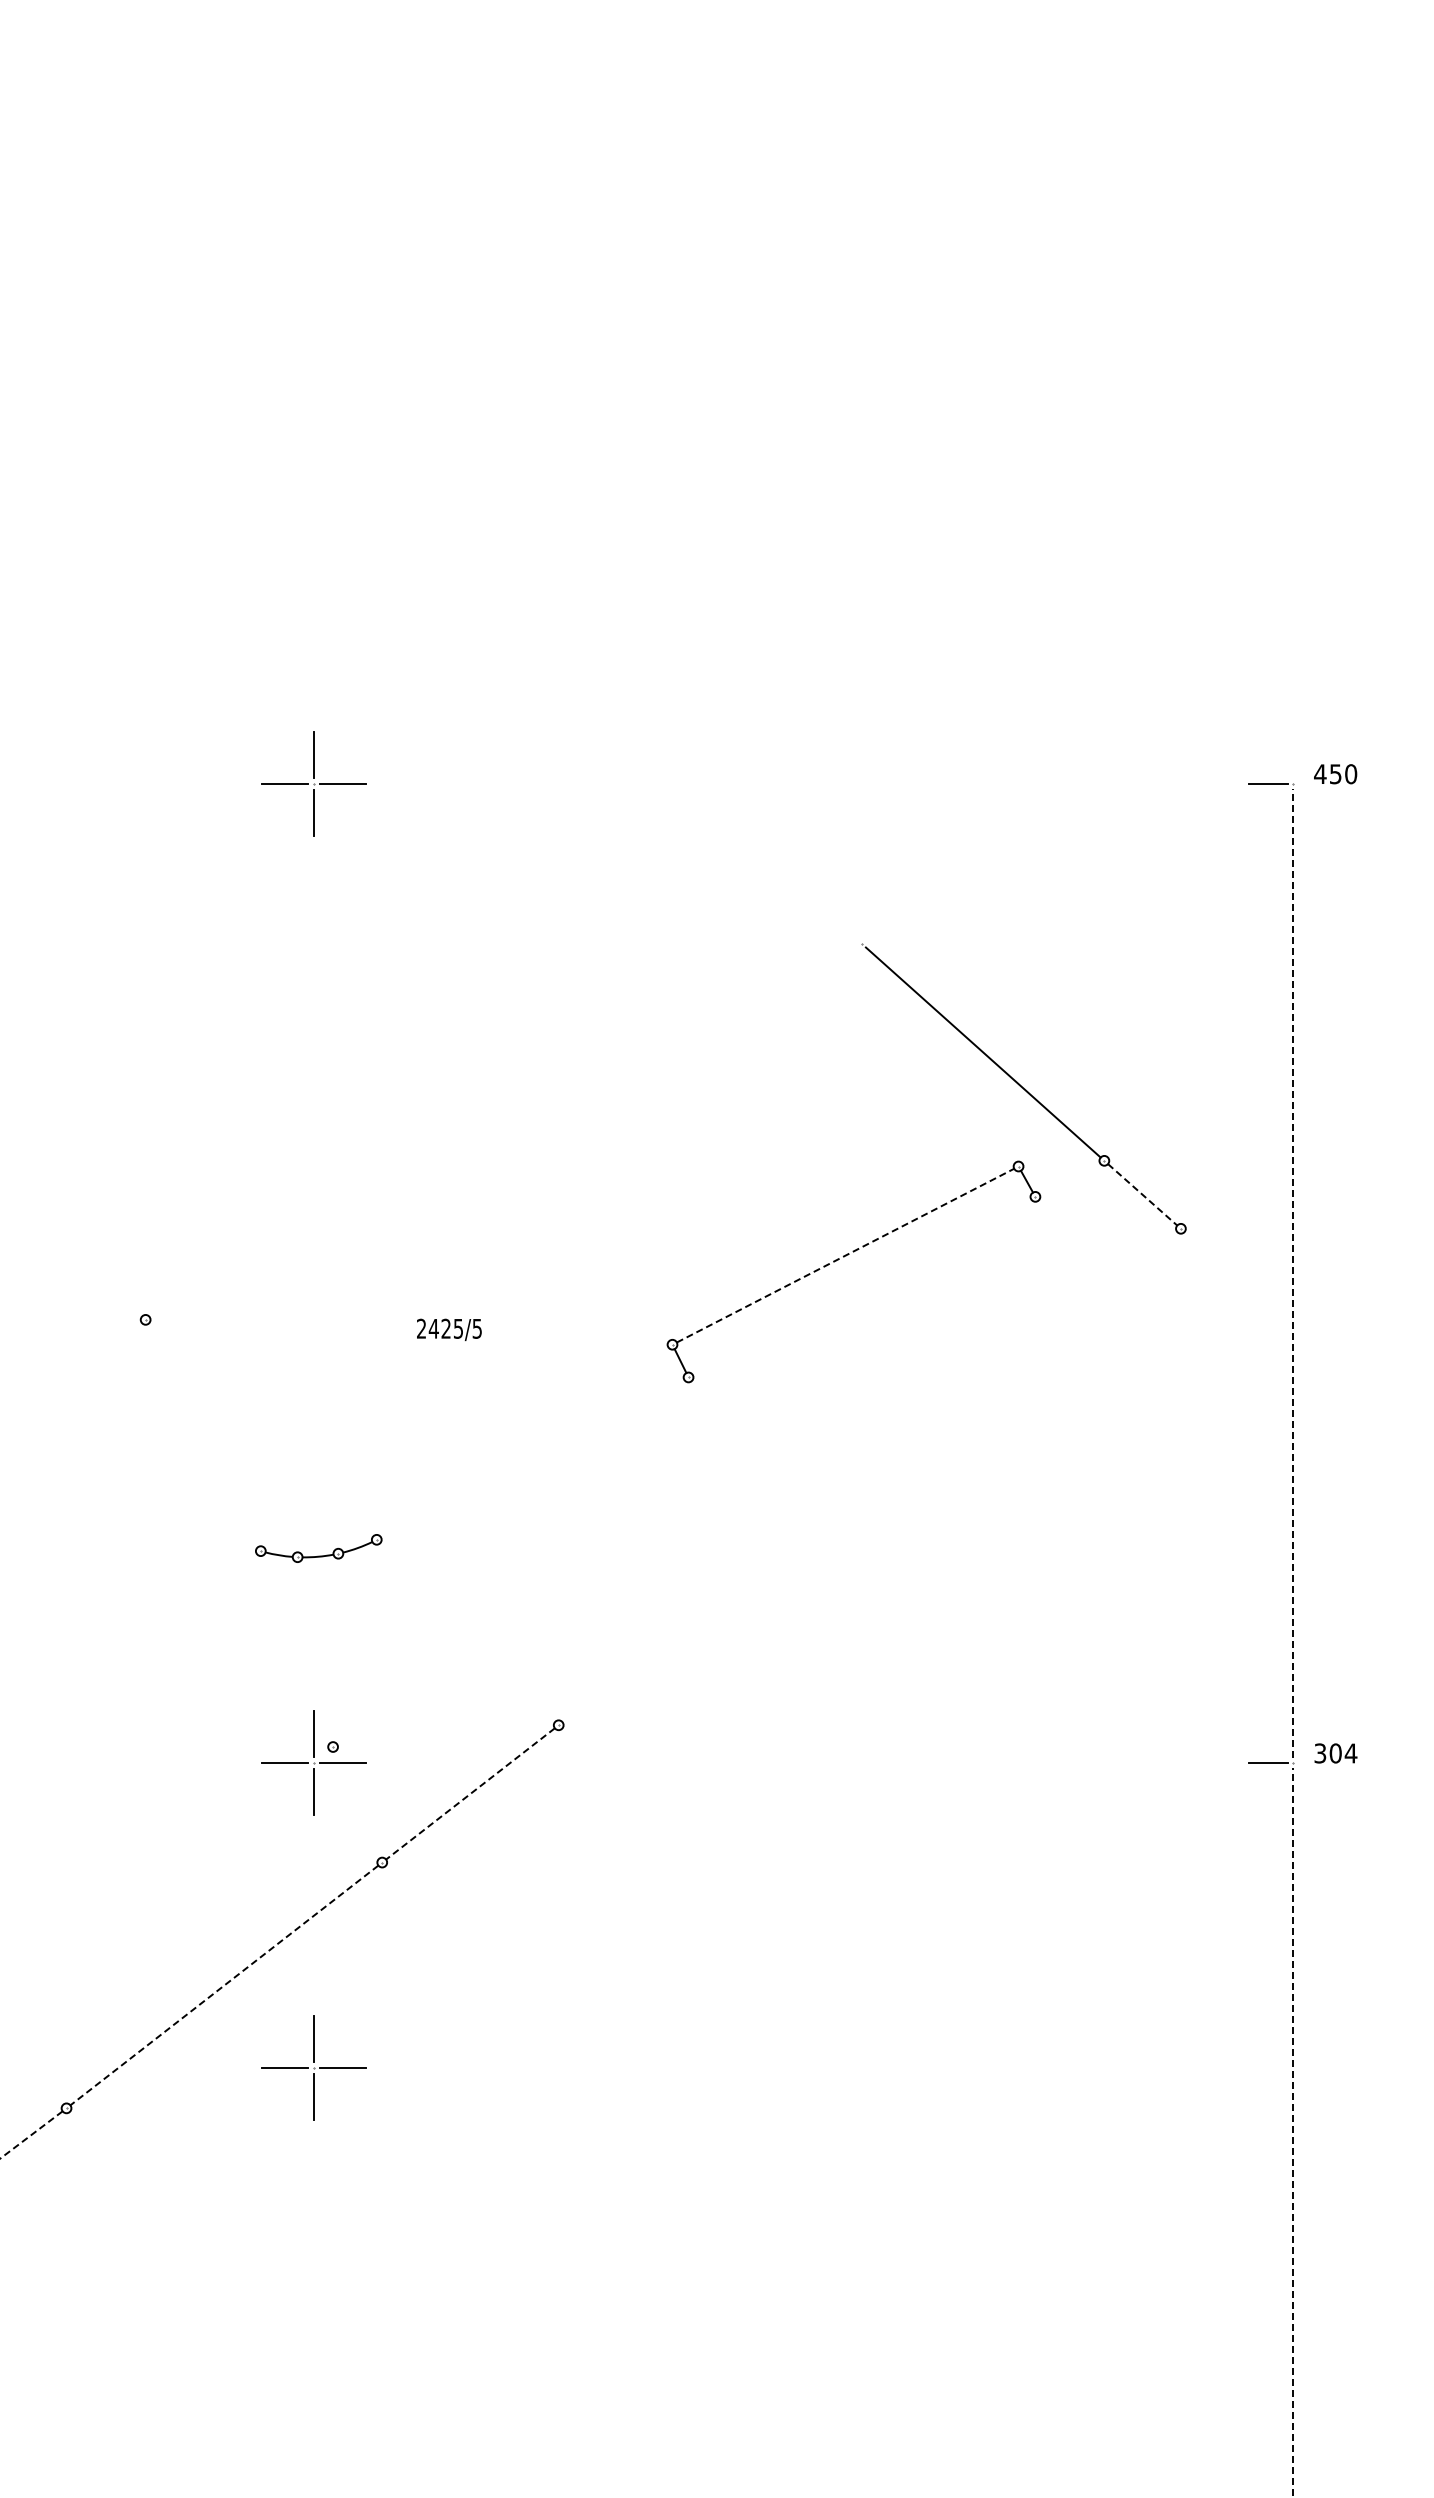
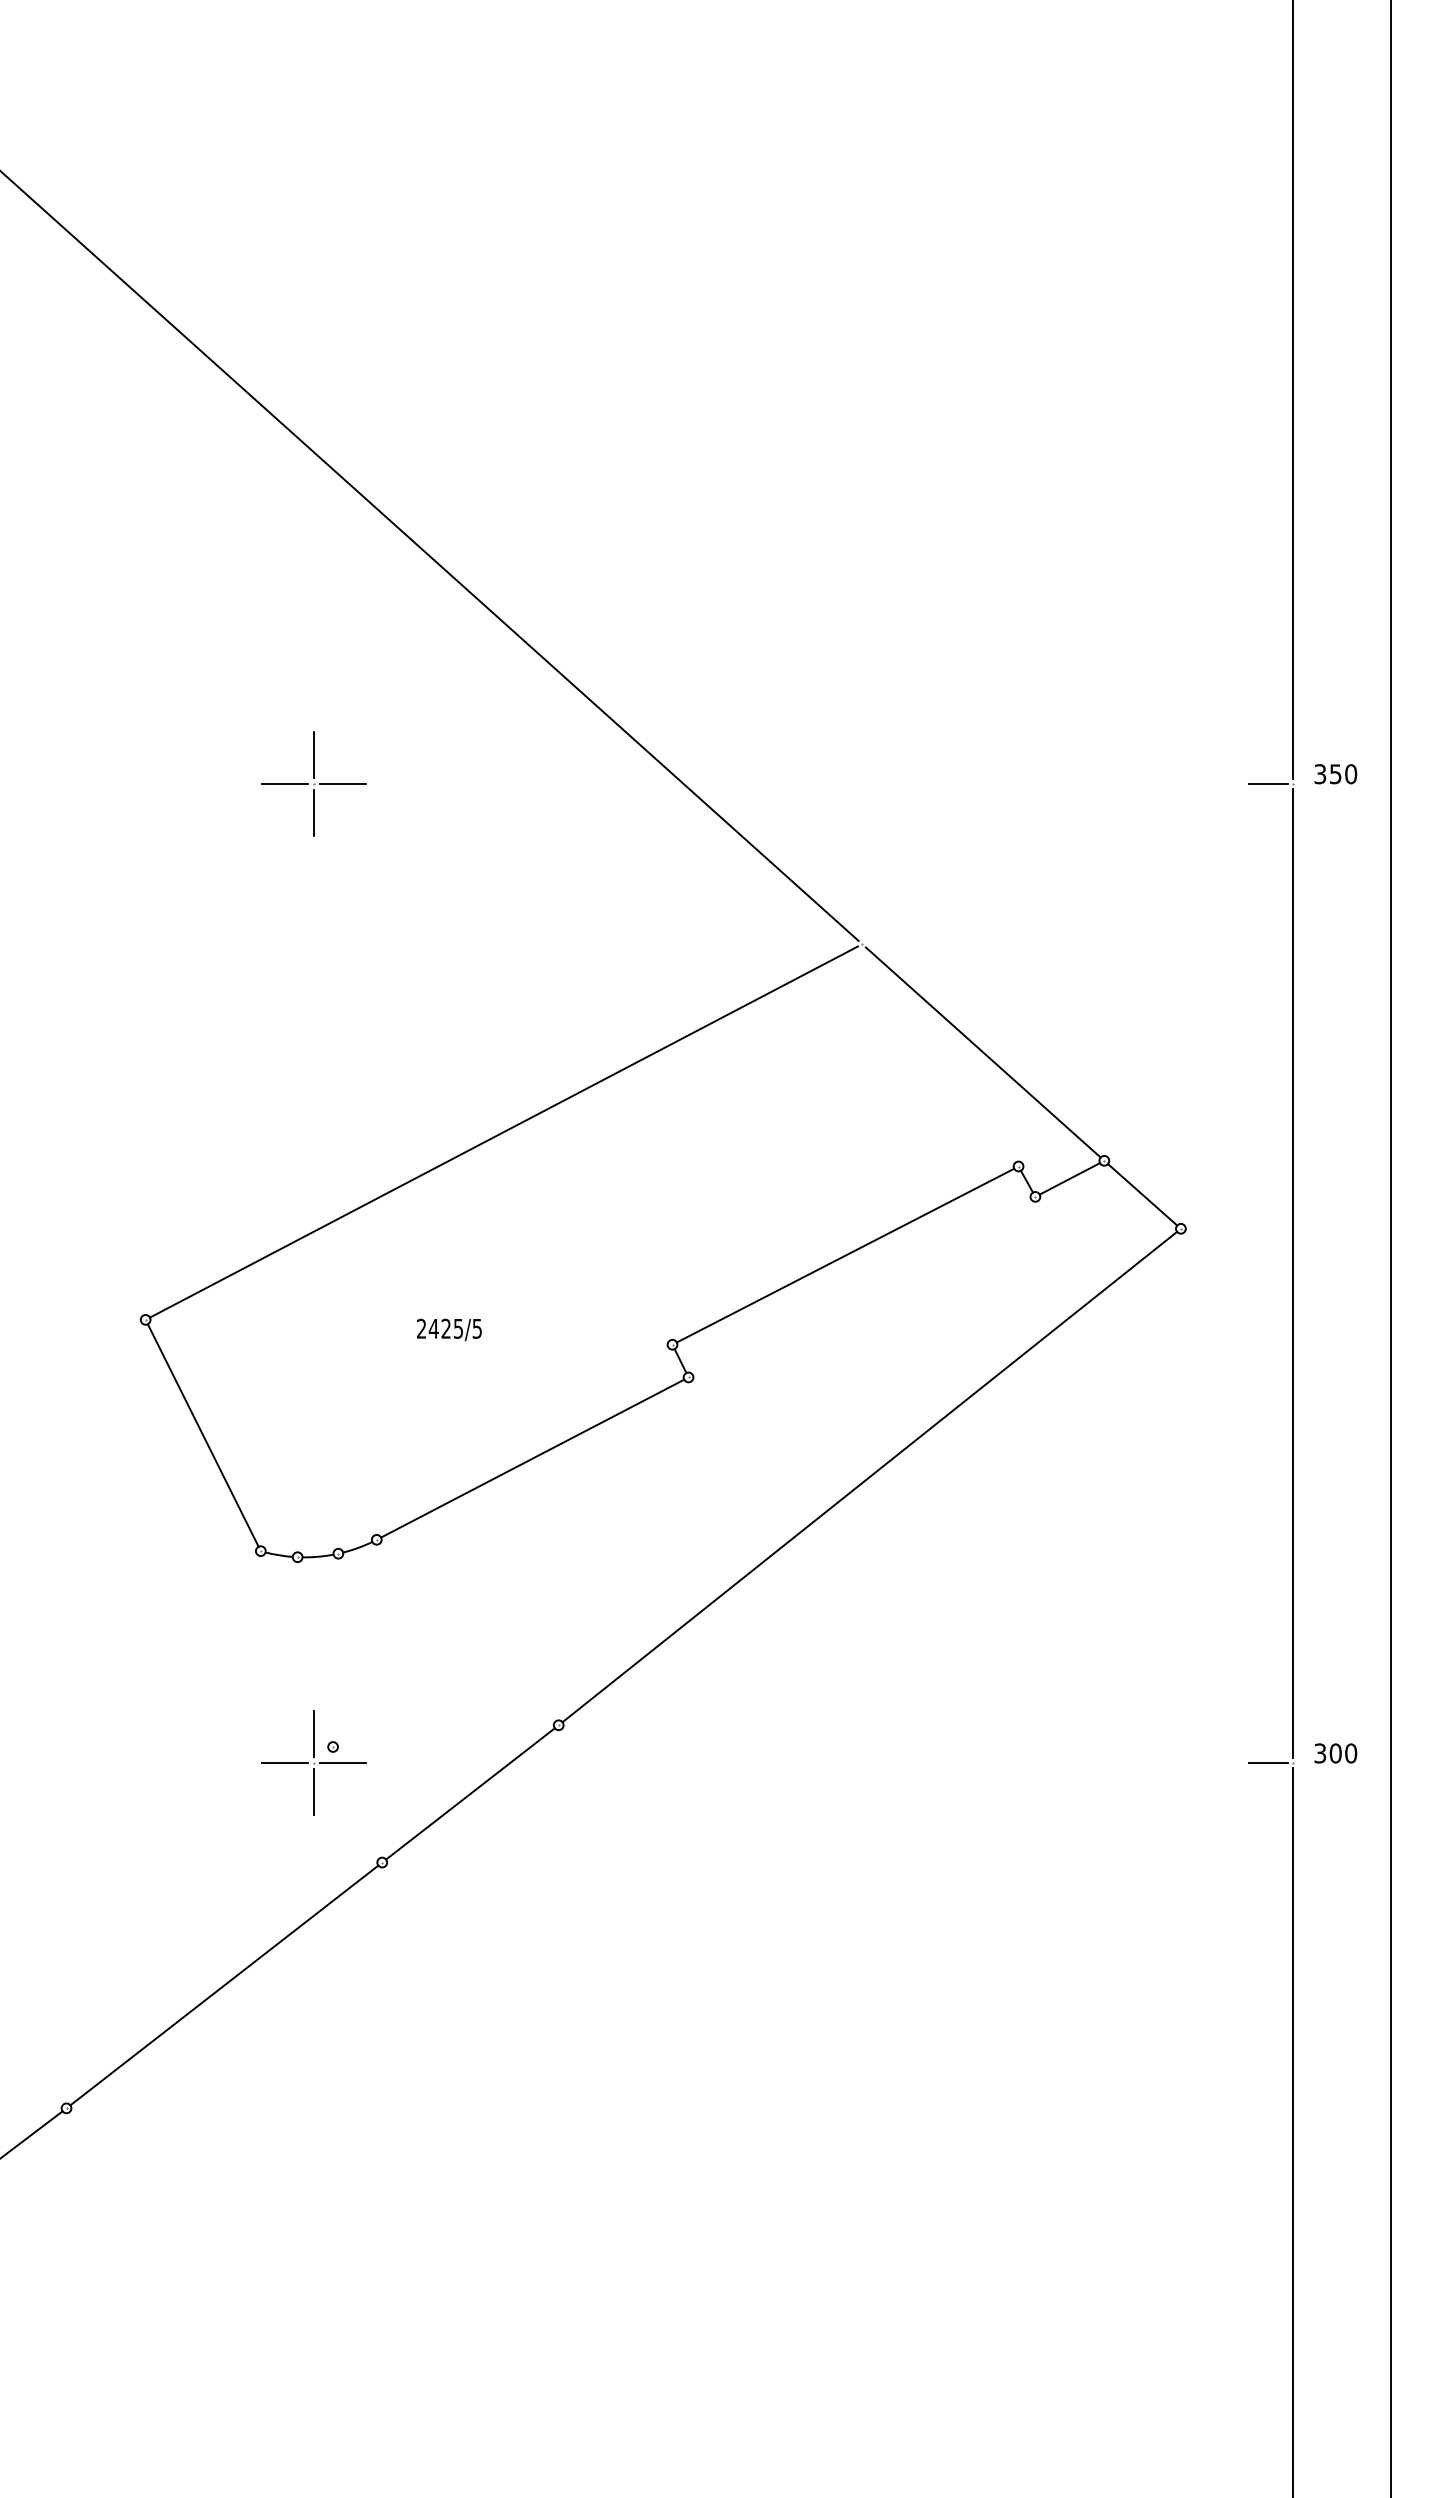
line at (1293, 390): none -> present
line at (430, 556): none -> present
text at (1320, 774): 450 -> 350
line at (503, 1131): none -> present
line at (1069, 1178): none -> present
line at (1143, 1195): dashed -> solid
line at (1391, 1248): none -> present
line at (845, 1255): dashed -> solid
line at (1293, 1273): dashed -> solid
line at (202, 1435): none -> present
line at (532, 1458): none -> present
line at (869, 1476): none -> present
text at (1350, 1753): 304 -> 300
line at (470, 1793): dashed -> solid
line at (224, 1985): dashed -> solid
part at (313, 2067): present -> none
line at (1293, 2132): dashed -> solid
line at (31, 2134): dashed -> solid
